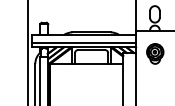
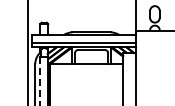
part at (155, 53): present -> none
line at (40, 81): solid -> dashed
